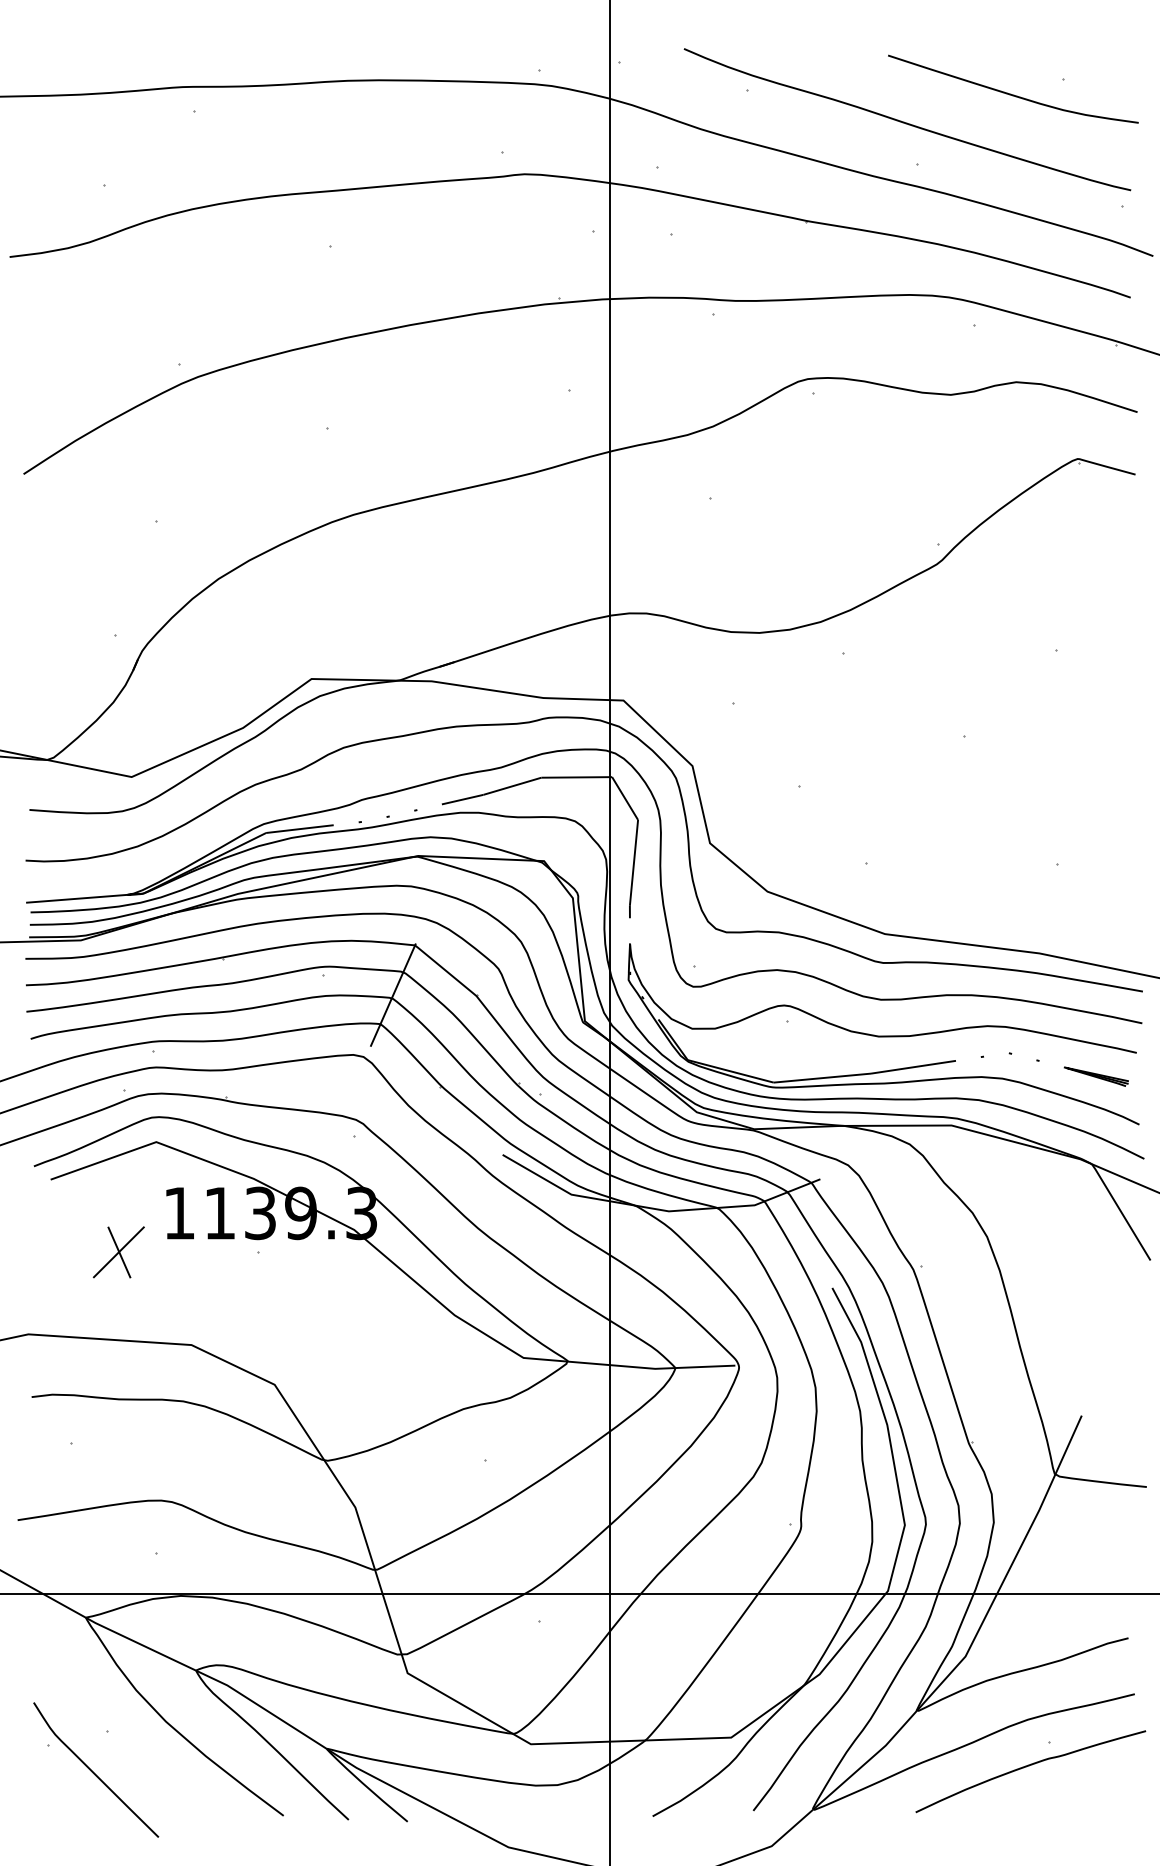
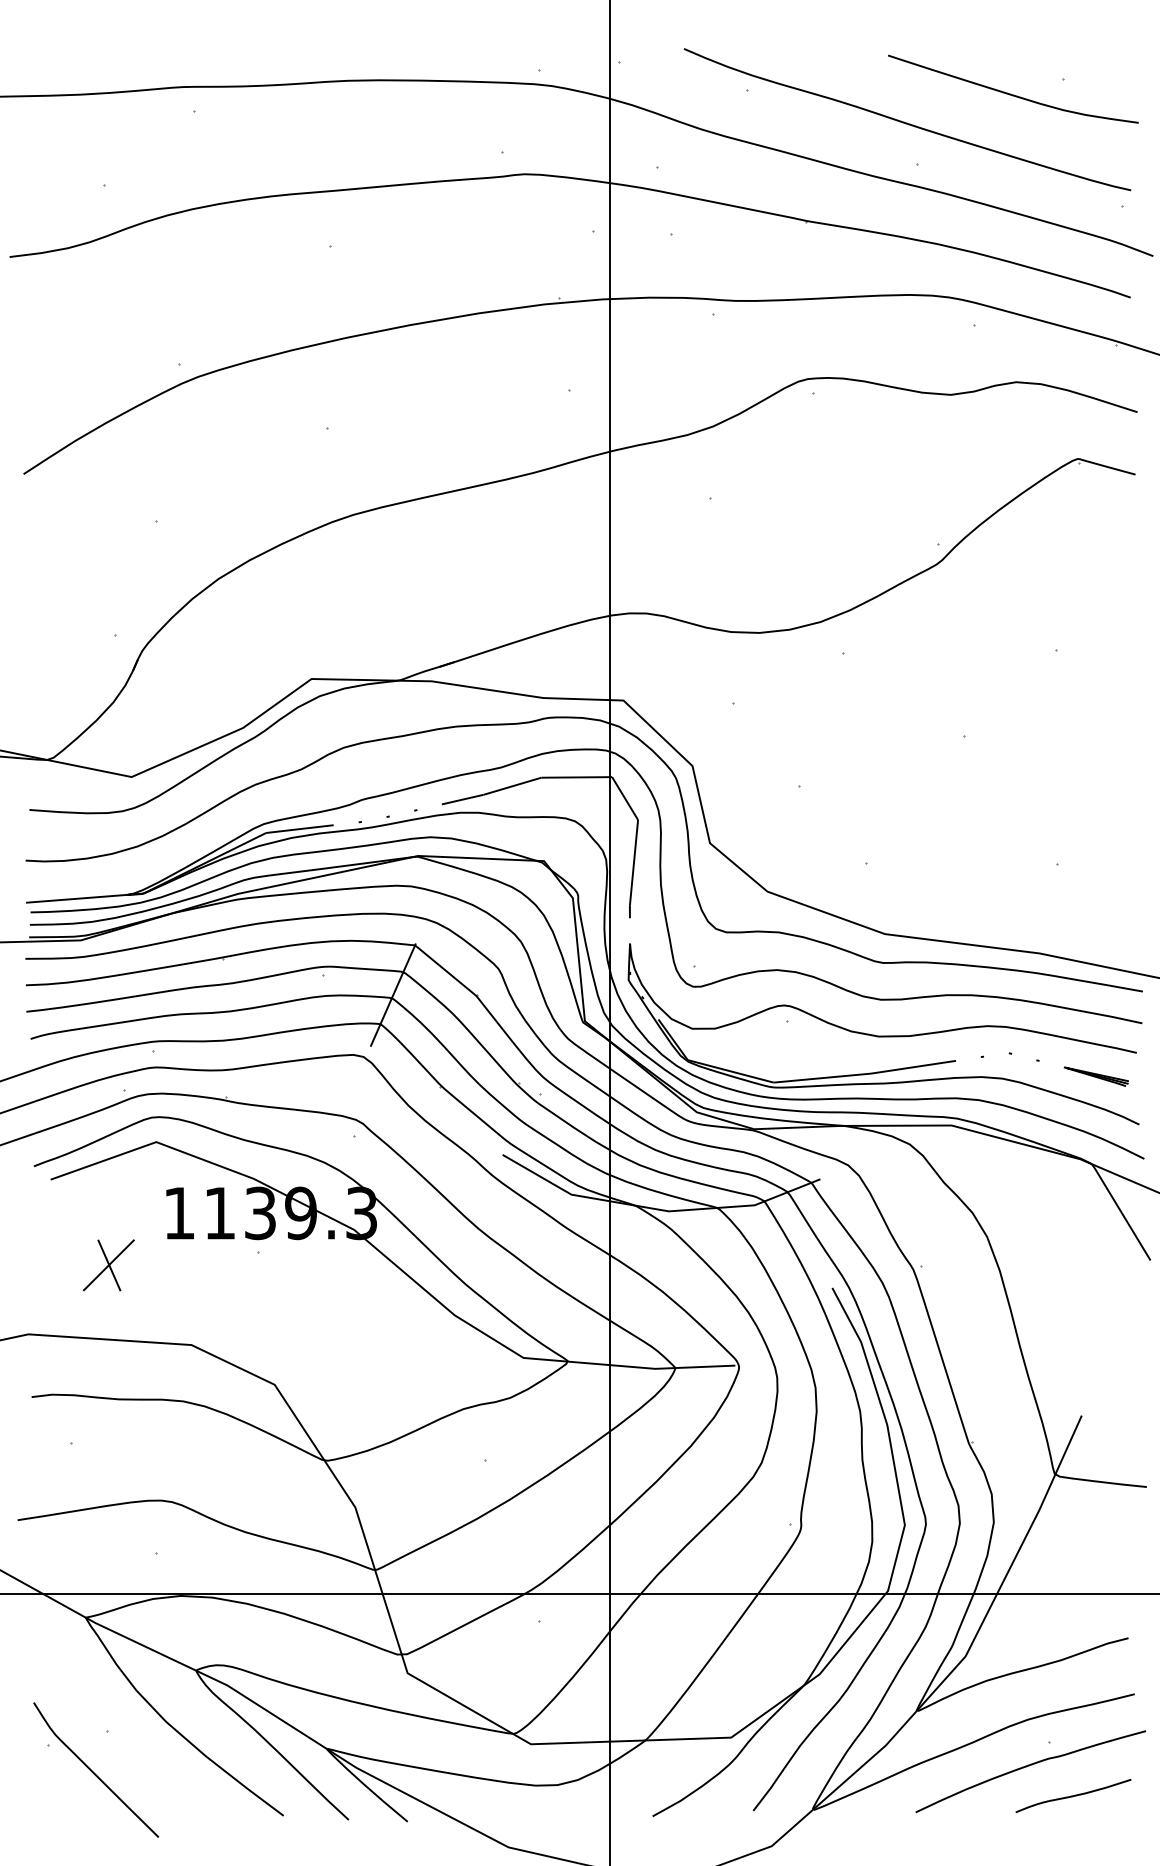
part at (118, 1252) position: (118, 1252) -> (108, 1265)
curve at (1073, 1796): none -> present
